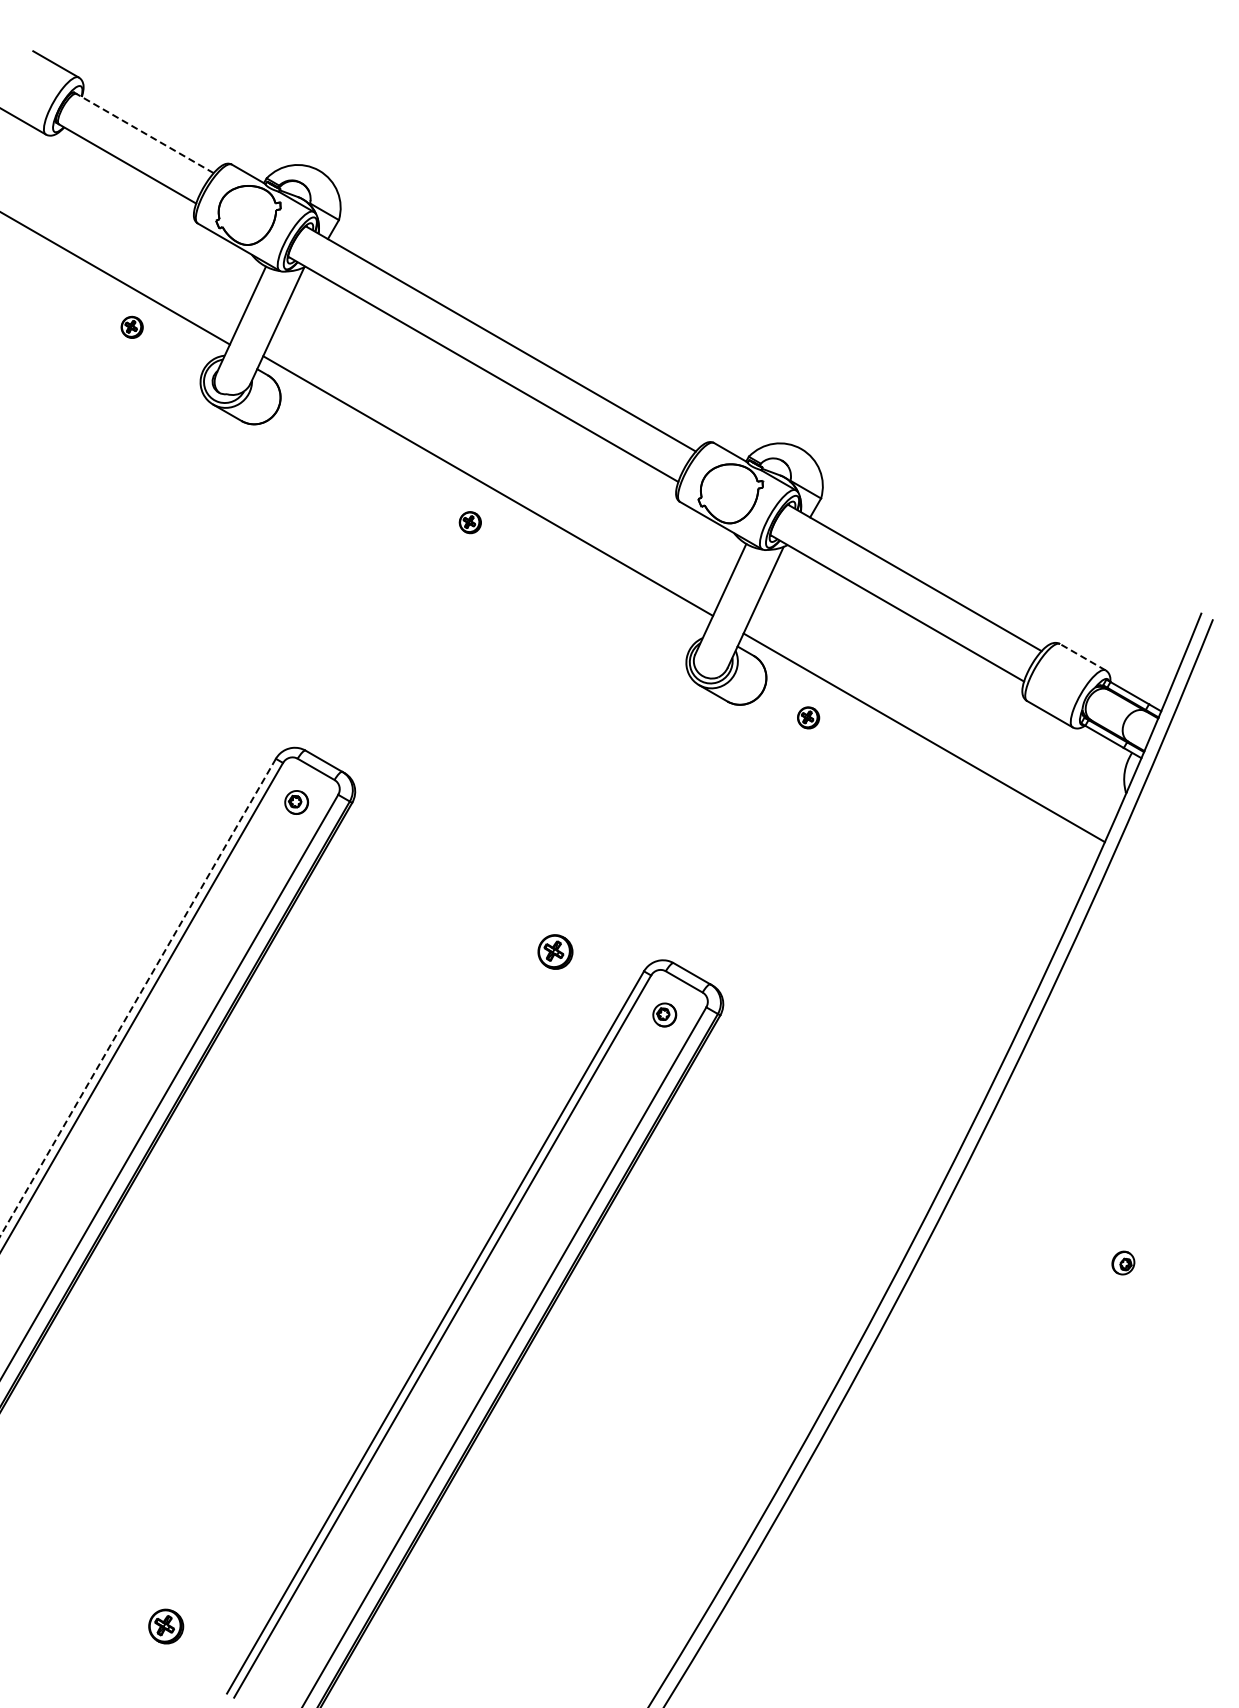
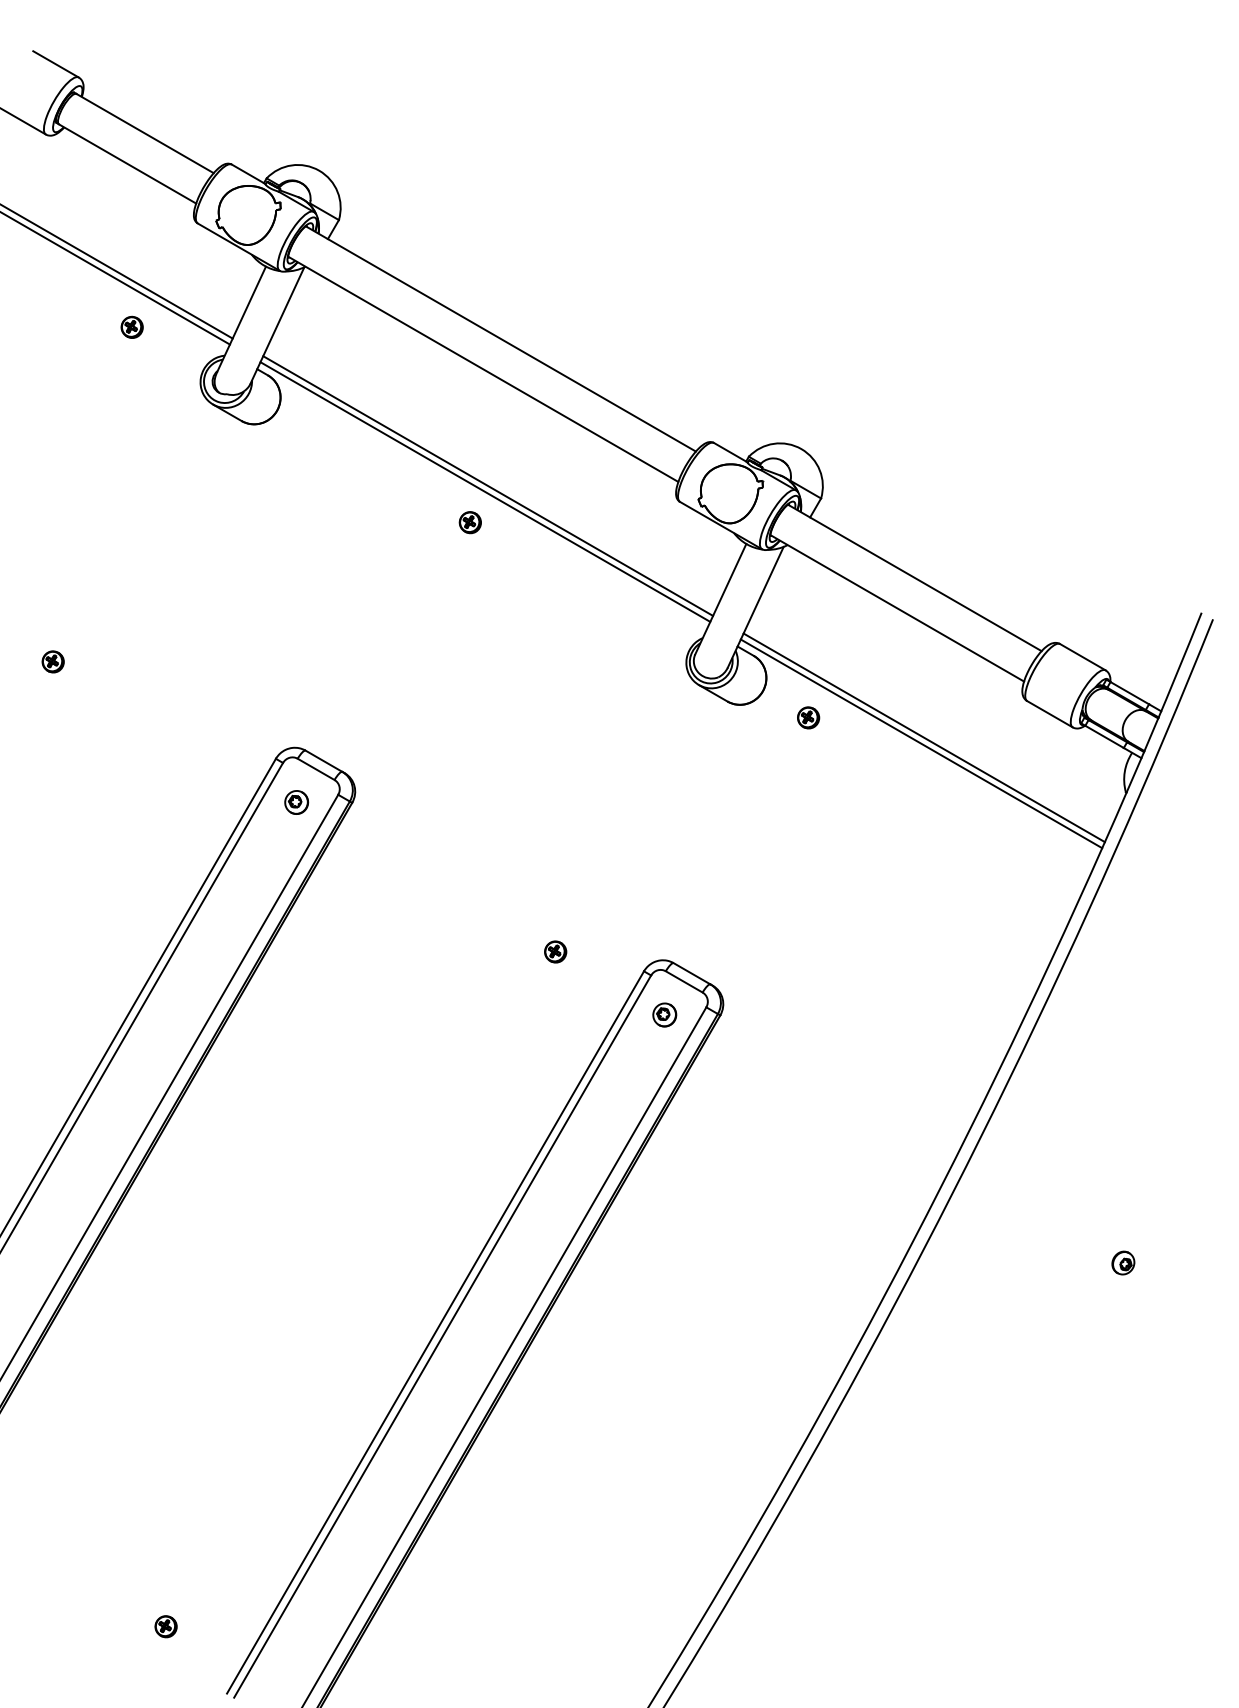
line at (144, 133): dashed -> solid
line at (117, 271): none -> present
line at (485, 491): none -> present
line at (1082, 656): dashed -> solid
part at (52, 661): none -> present
line at (921, 743): none -> present
part at (555, 951) size: 37x36 px -> 24x24 px
line at (137, 997): dashed -> solid
part at (166, 1626) size: 37x37 px -> 24x24 px
